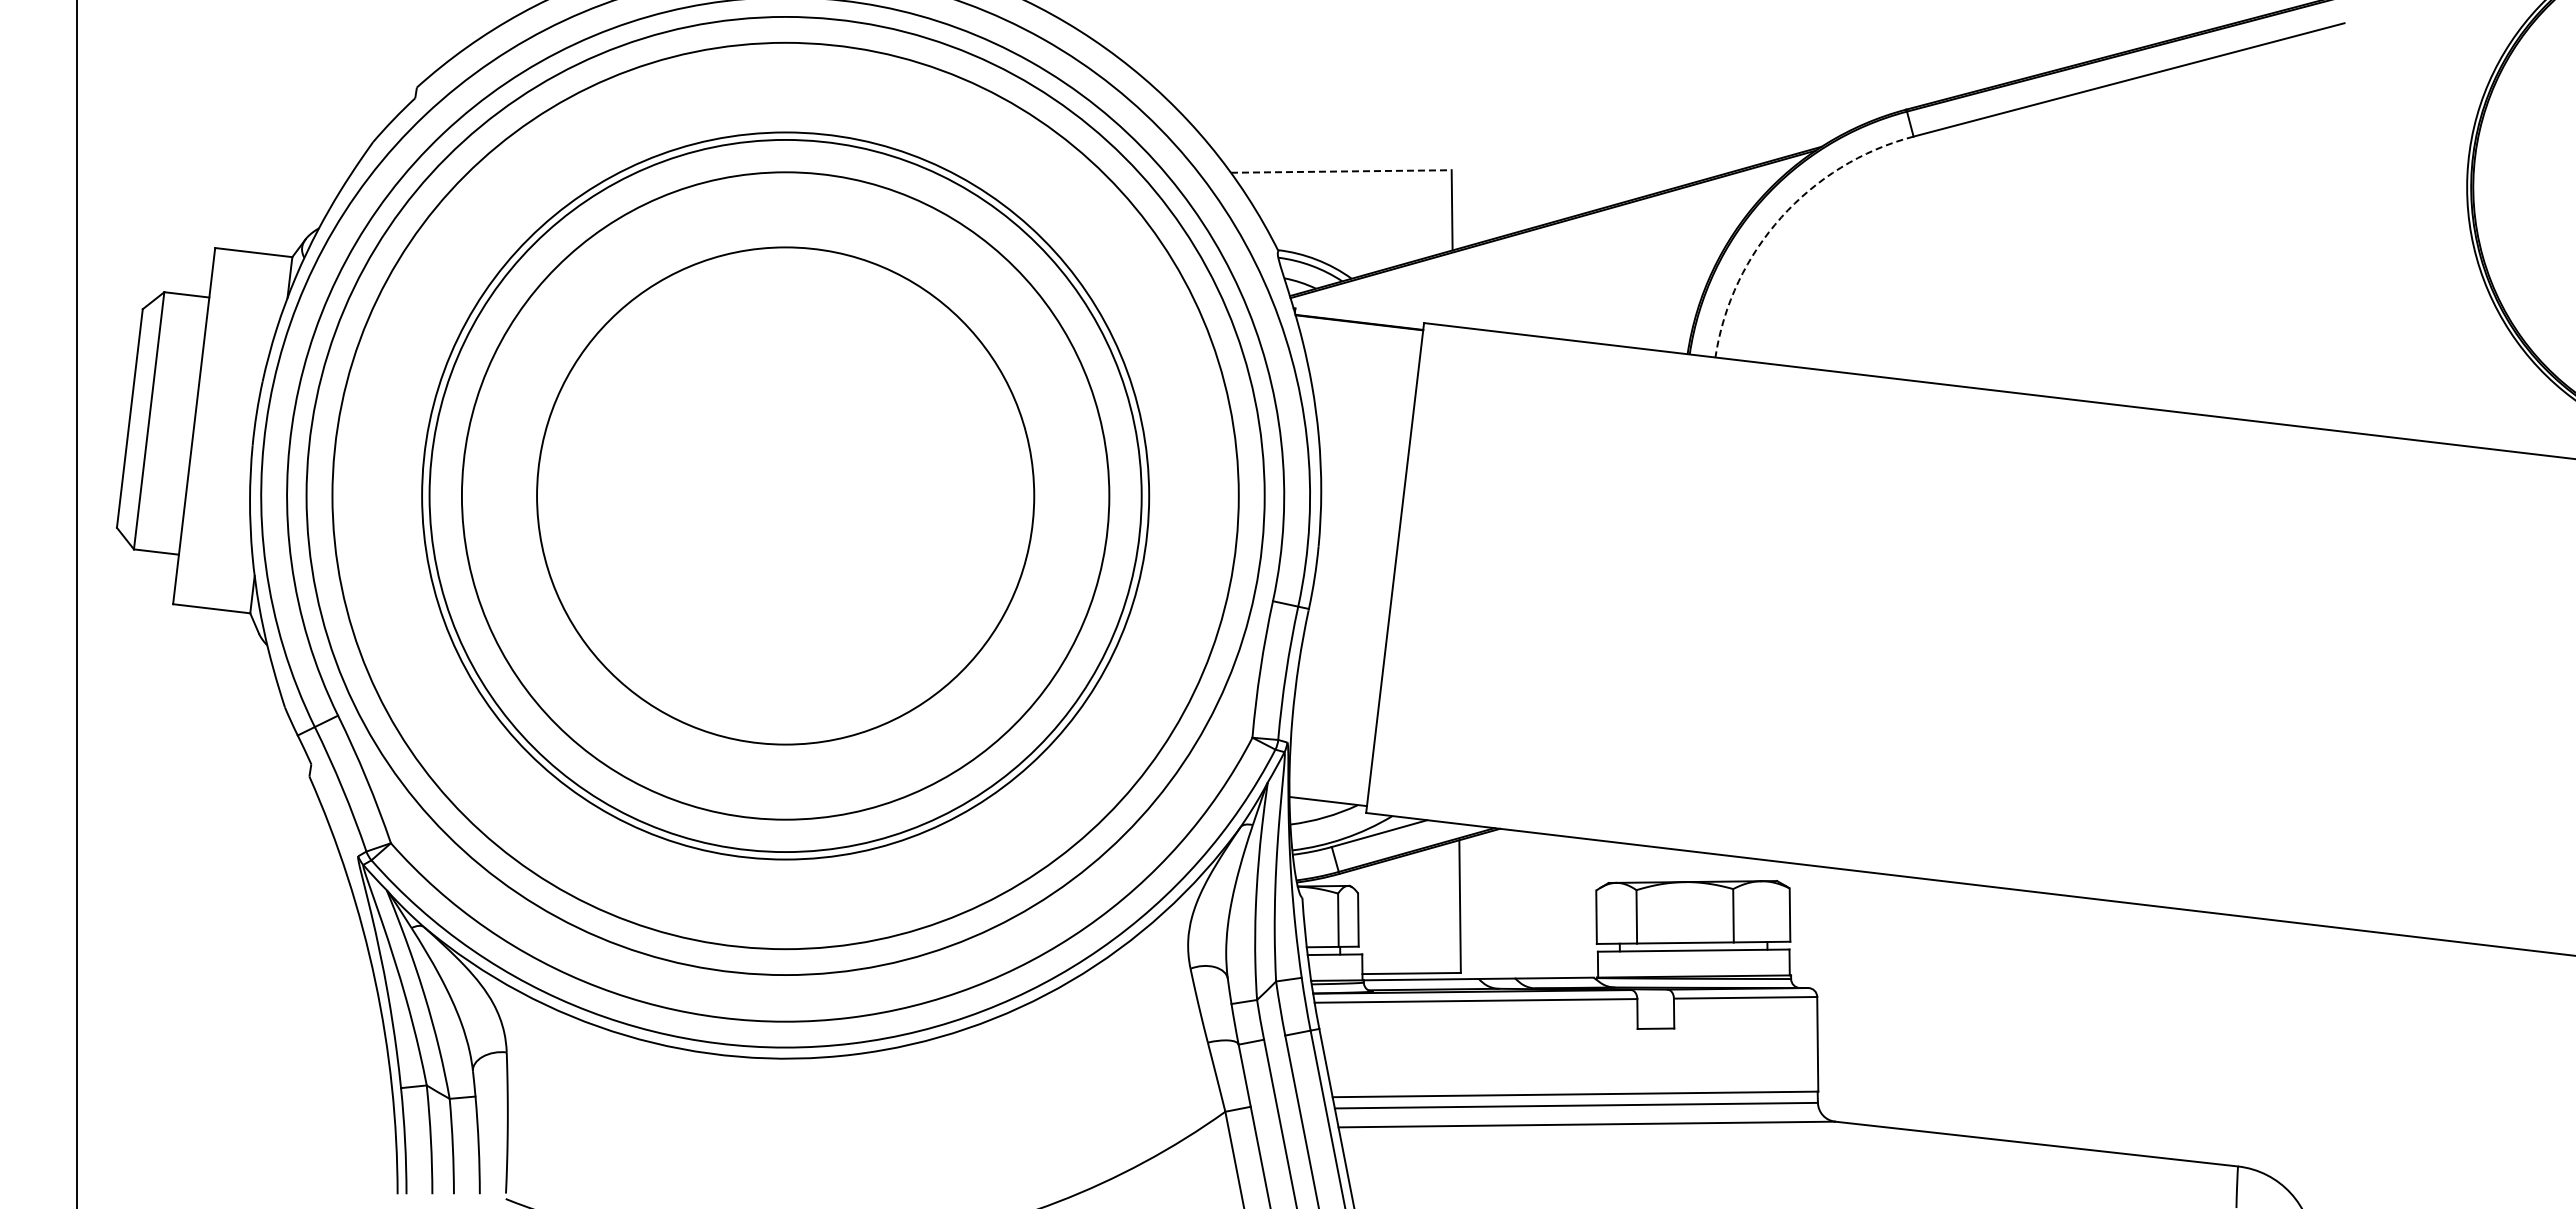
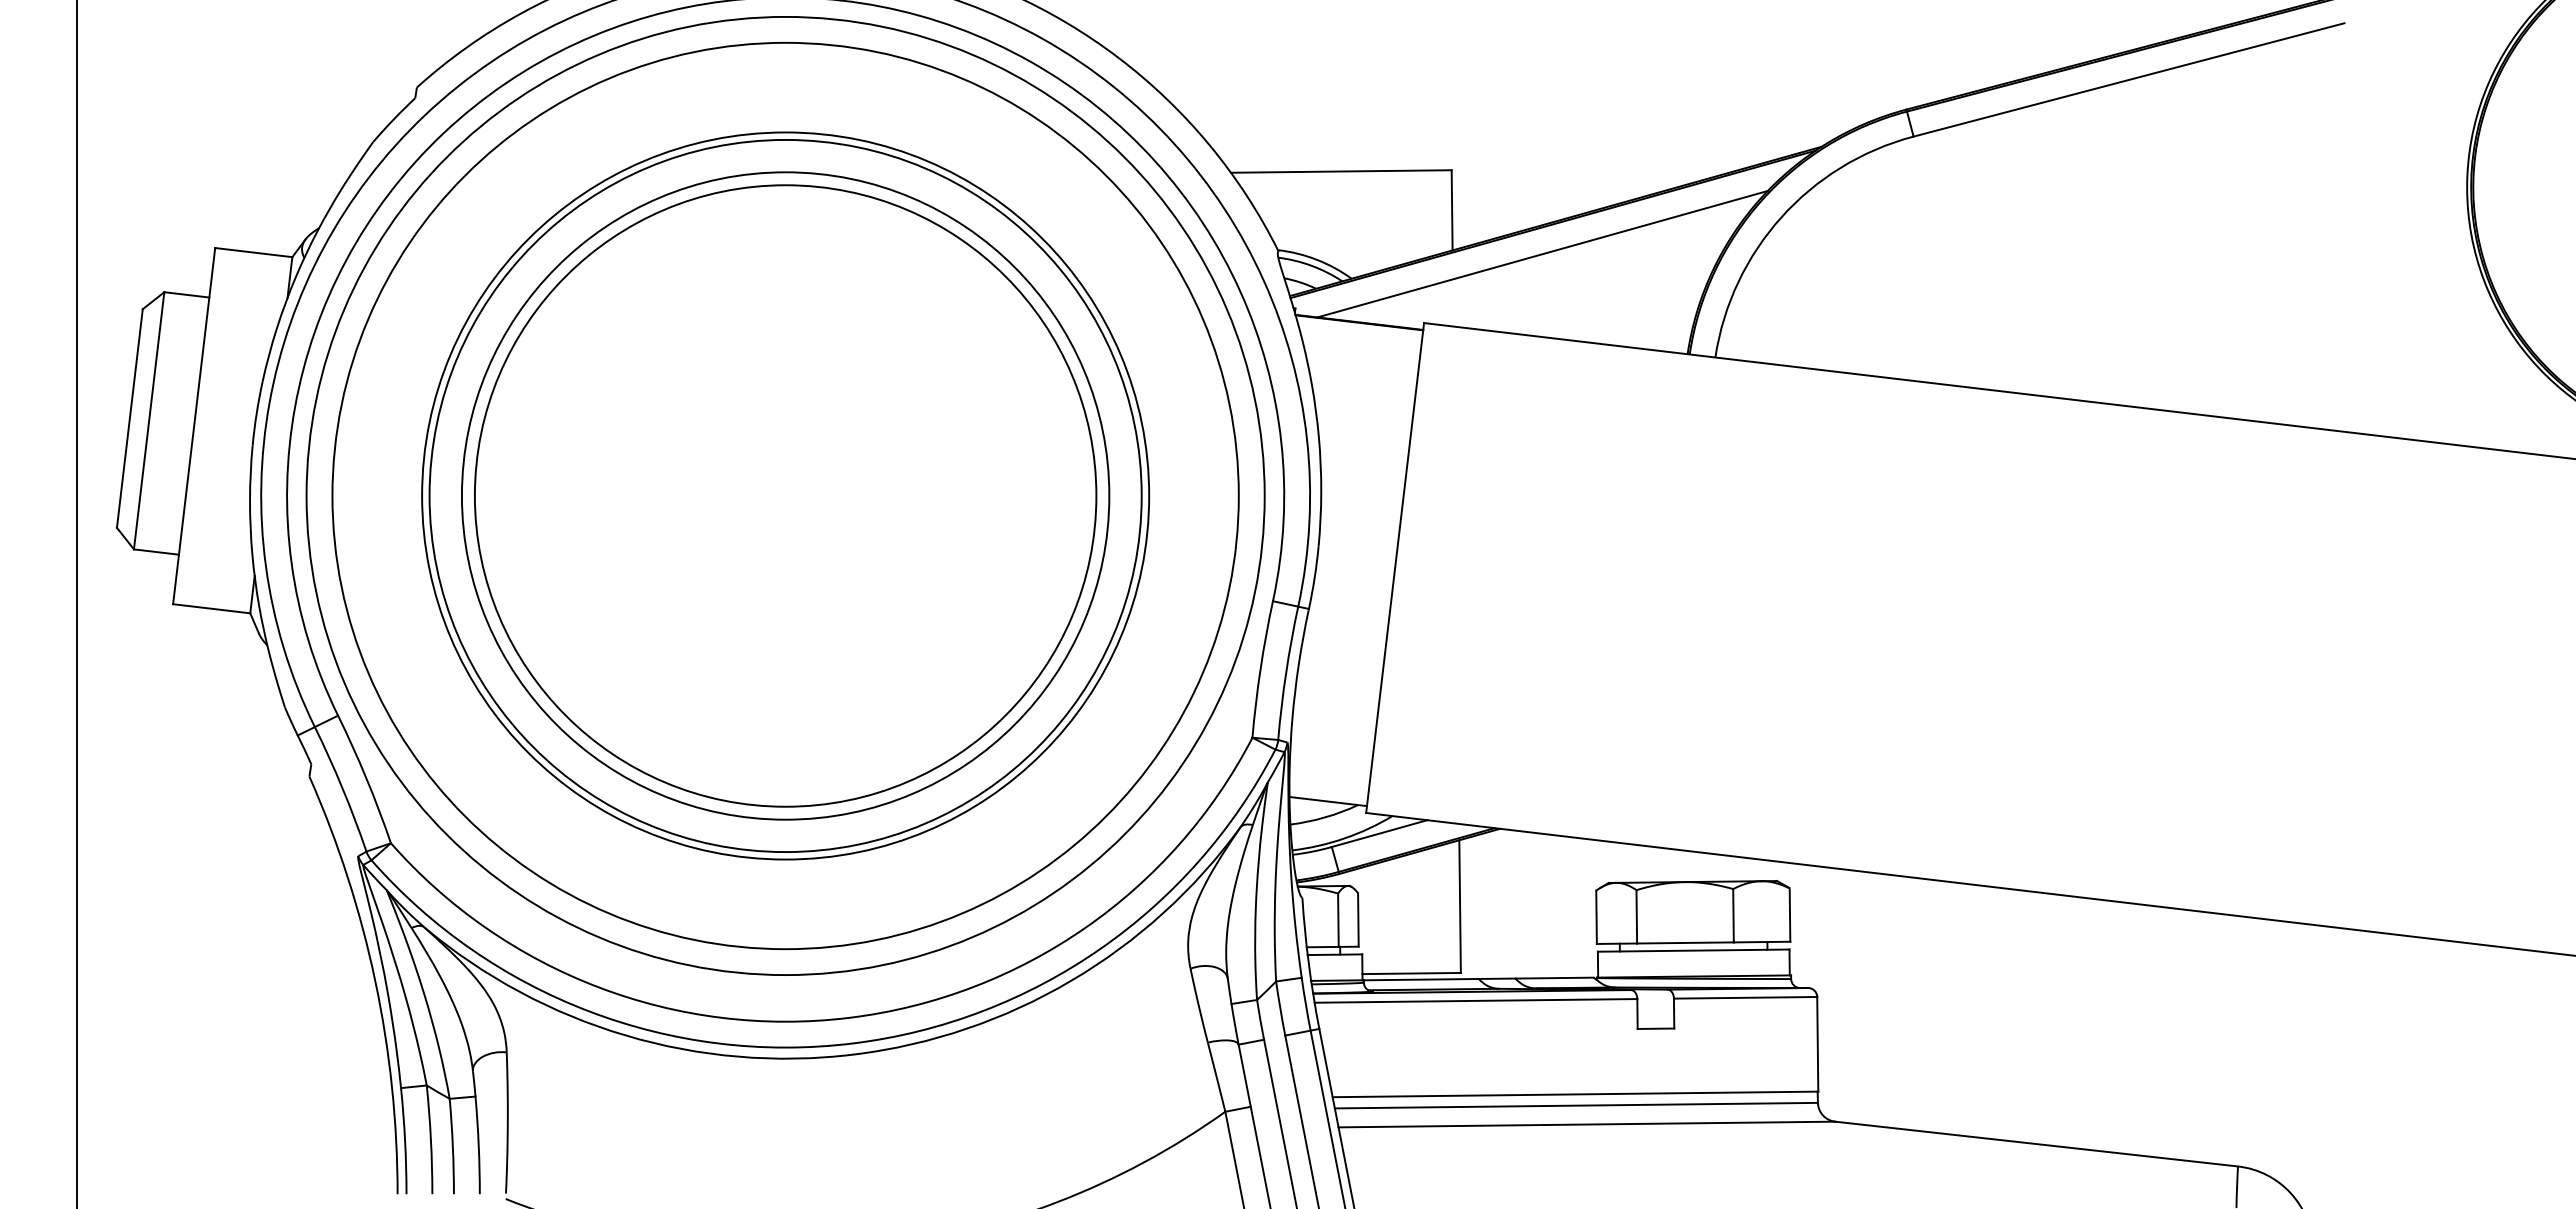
line at (1341, 171): dashed -> solid
arc at (1781, 217): dashed -> solid
line at (1542, 253): none -> present
circle at (785, 495) diameter: 497 px -> 621 px
